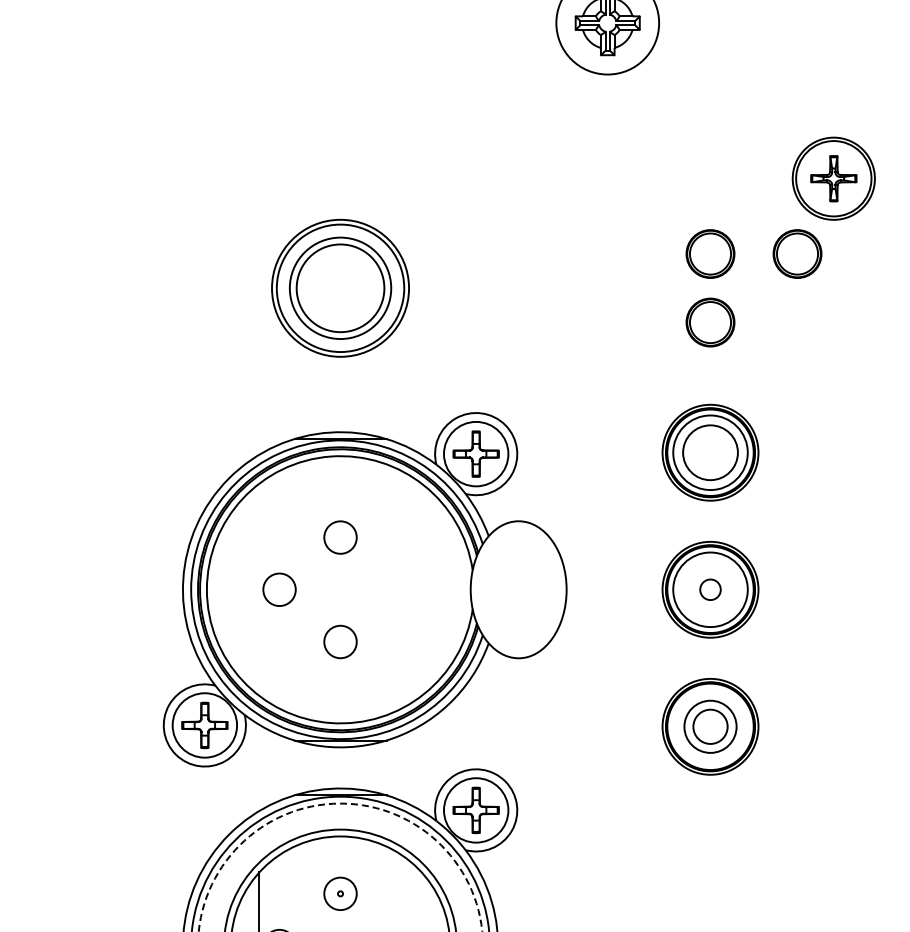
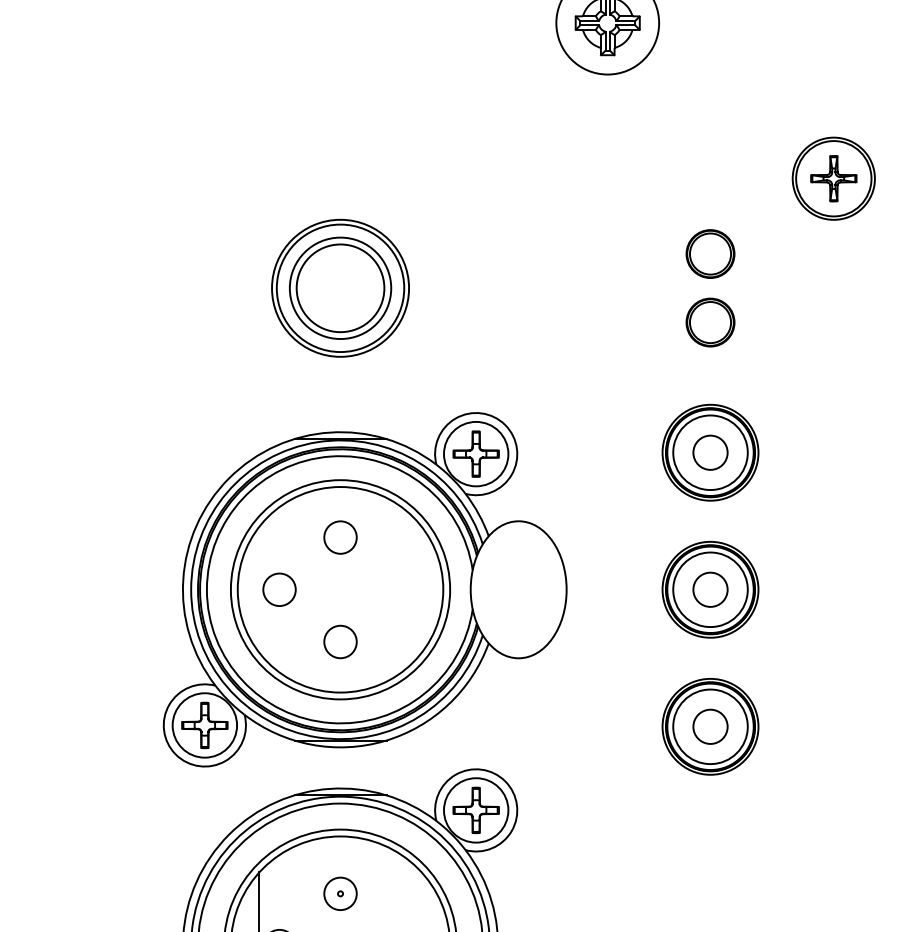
part at (797, 253): present -> none
circle at (710, 452) diameter: 55 px -> 34 px
part at (340, 589): none -> present
circle at (710, 589) diameter: 21 px -> 34 px
circle at (710, 726) diameter: 52 px -> 75 px
circle at (340, 867): dashed -> solid
